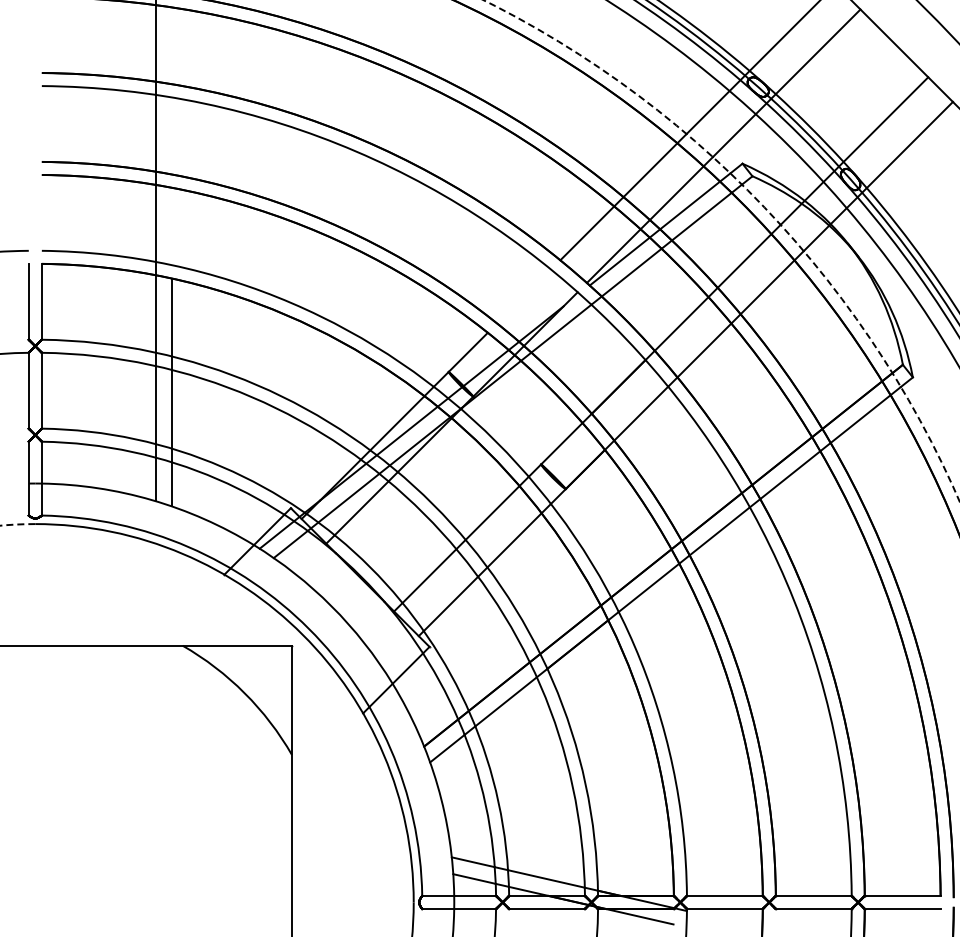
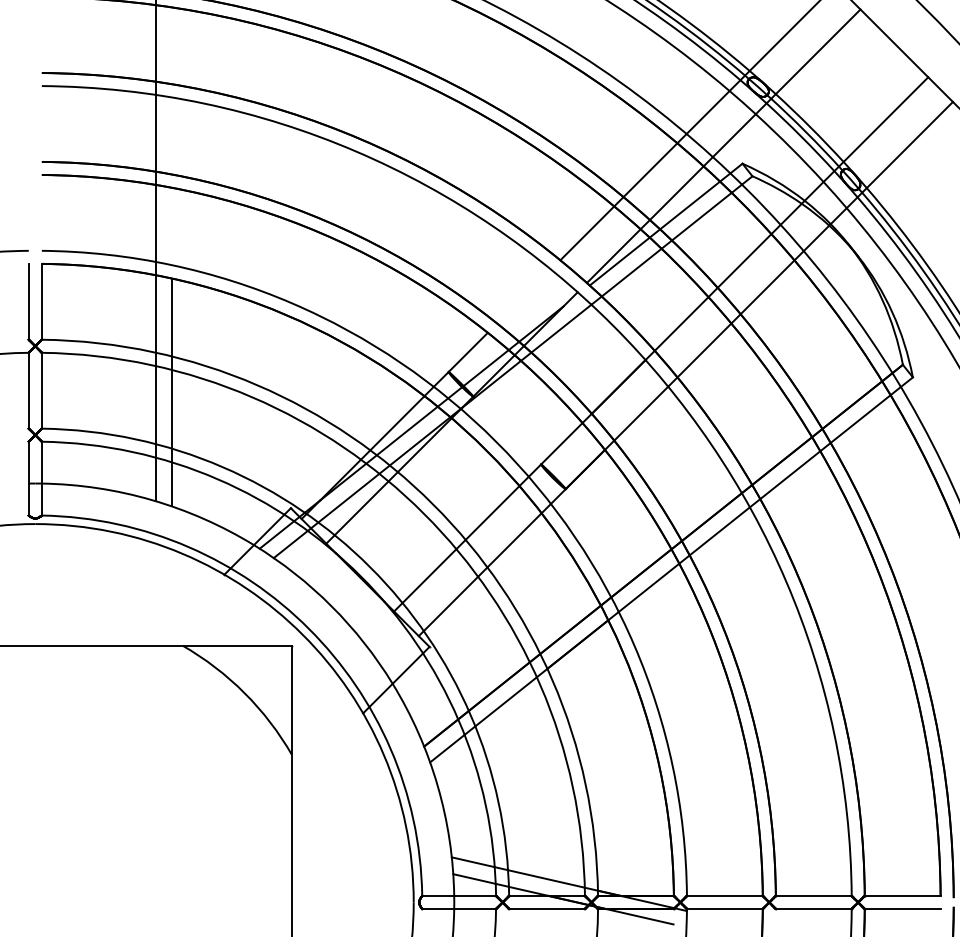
arc at (765, 208): dashed -> solid
arc at (16, 524): dashed -> solid
